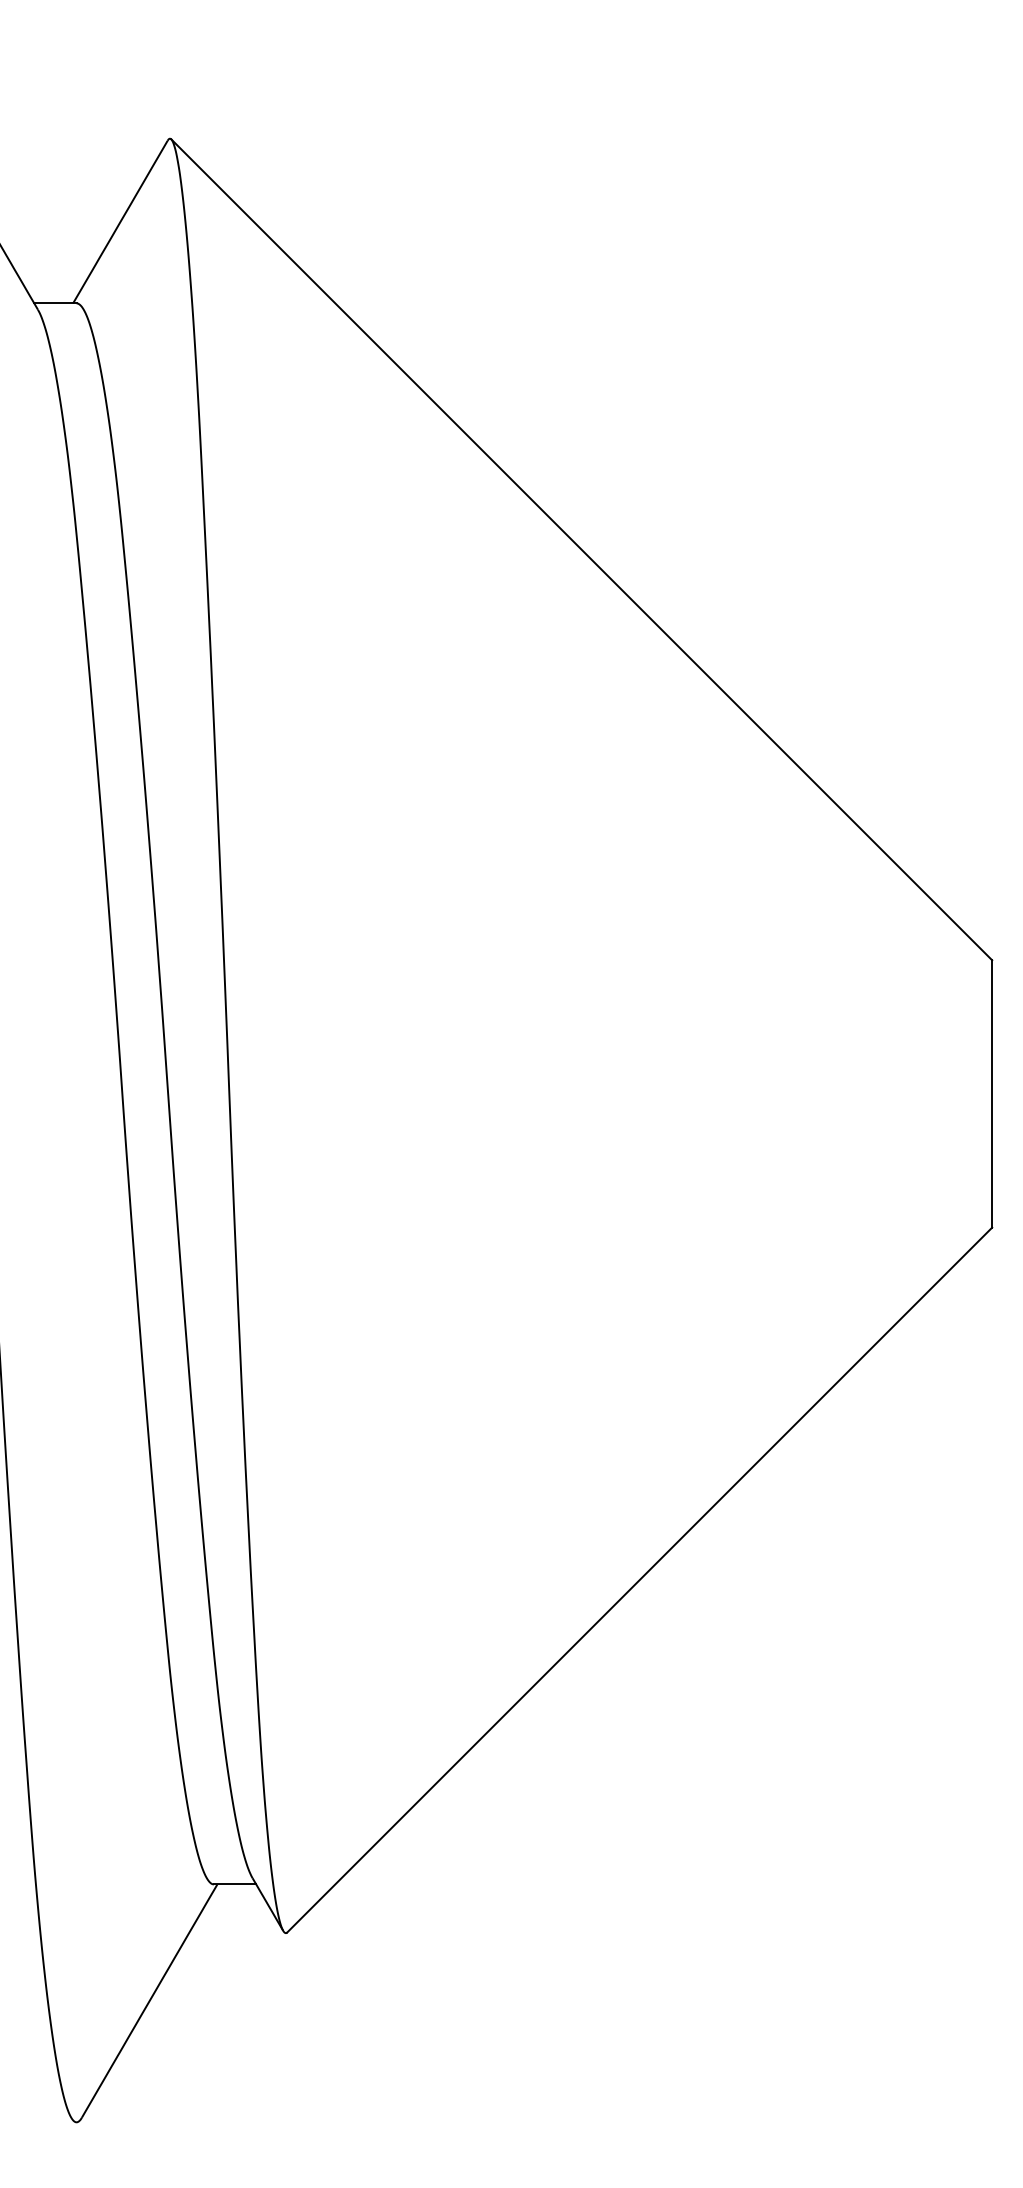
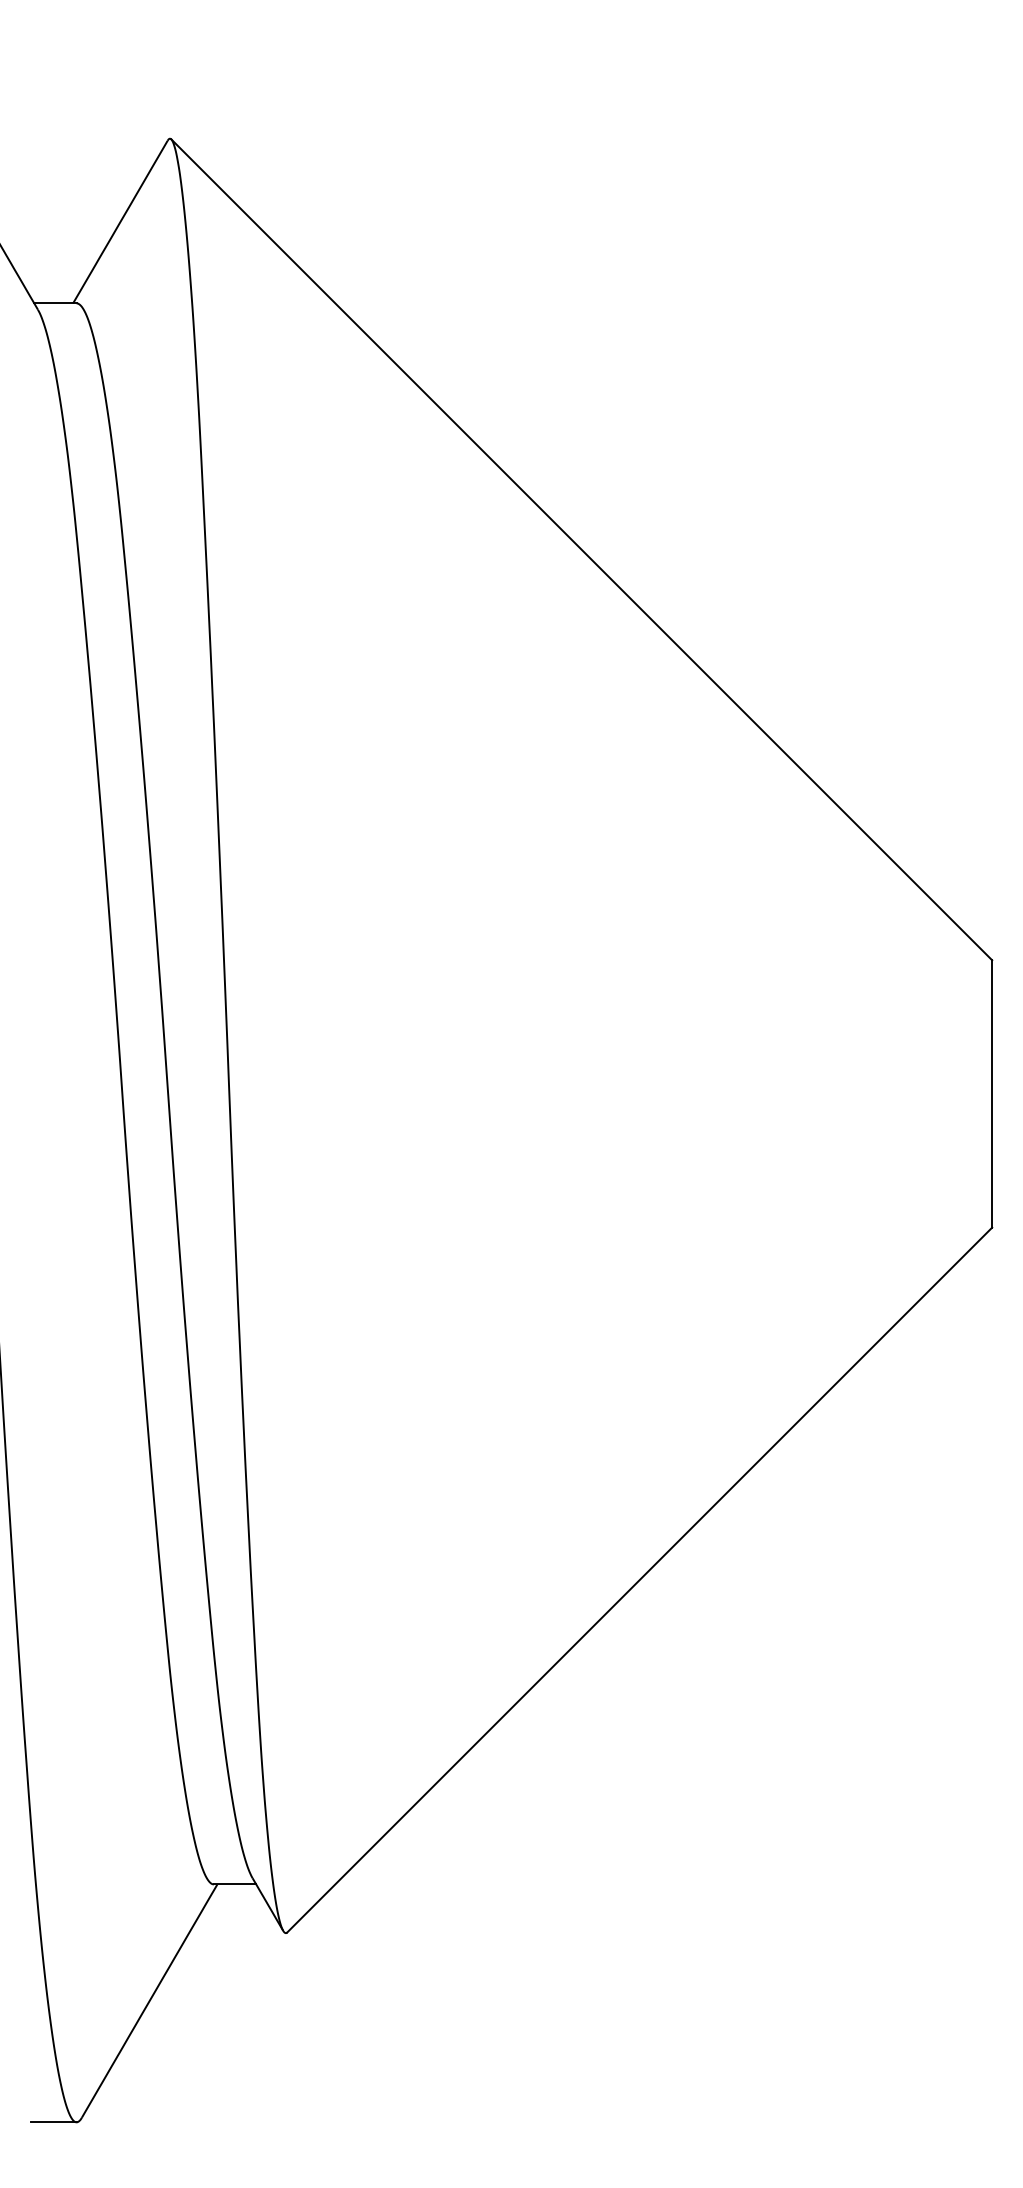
line at (53, 2122): none -> present
